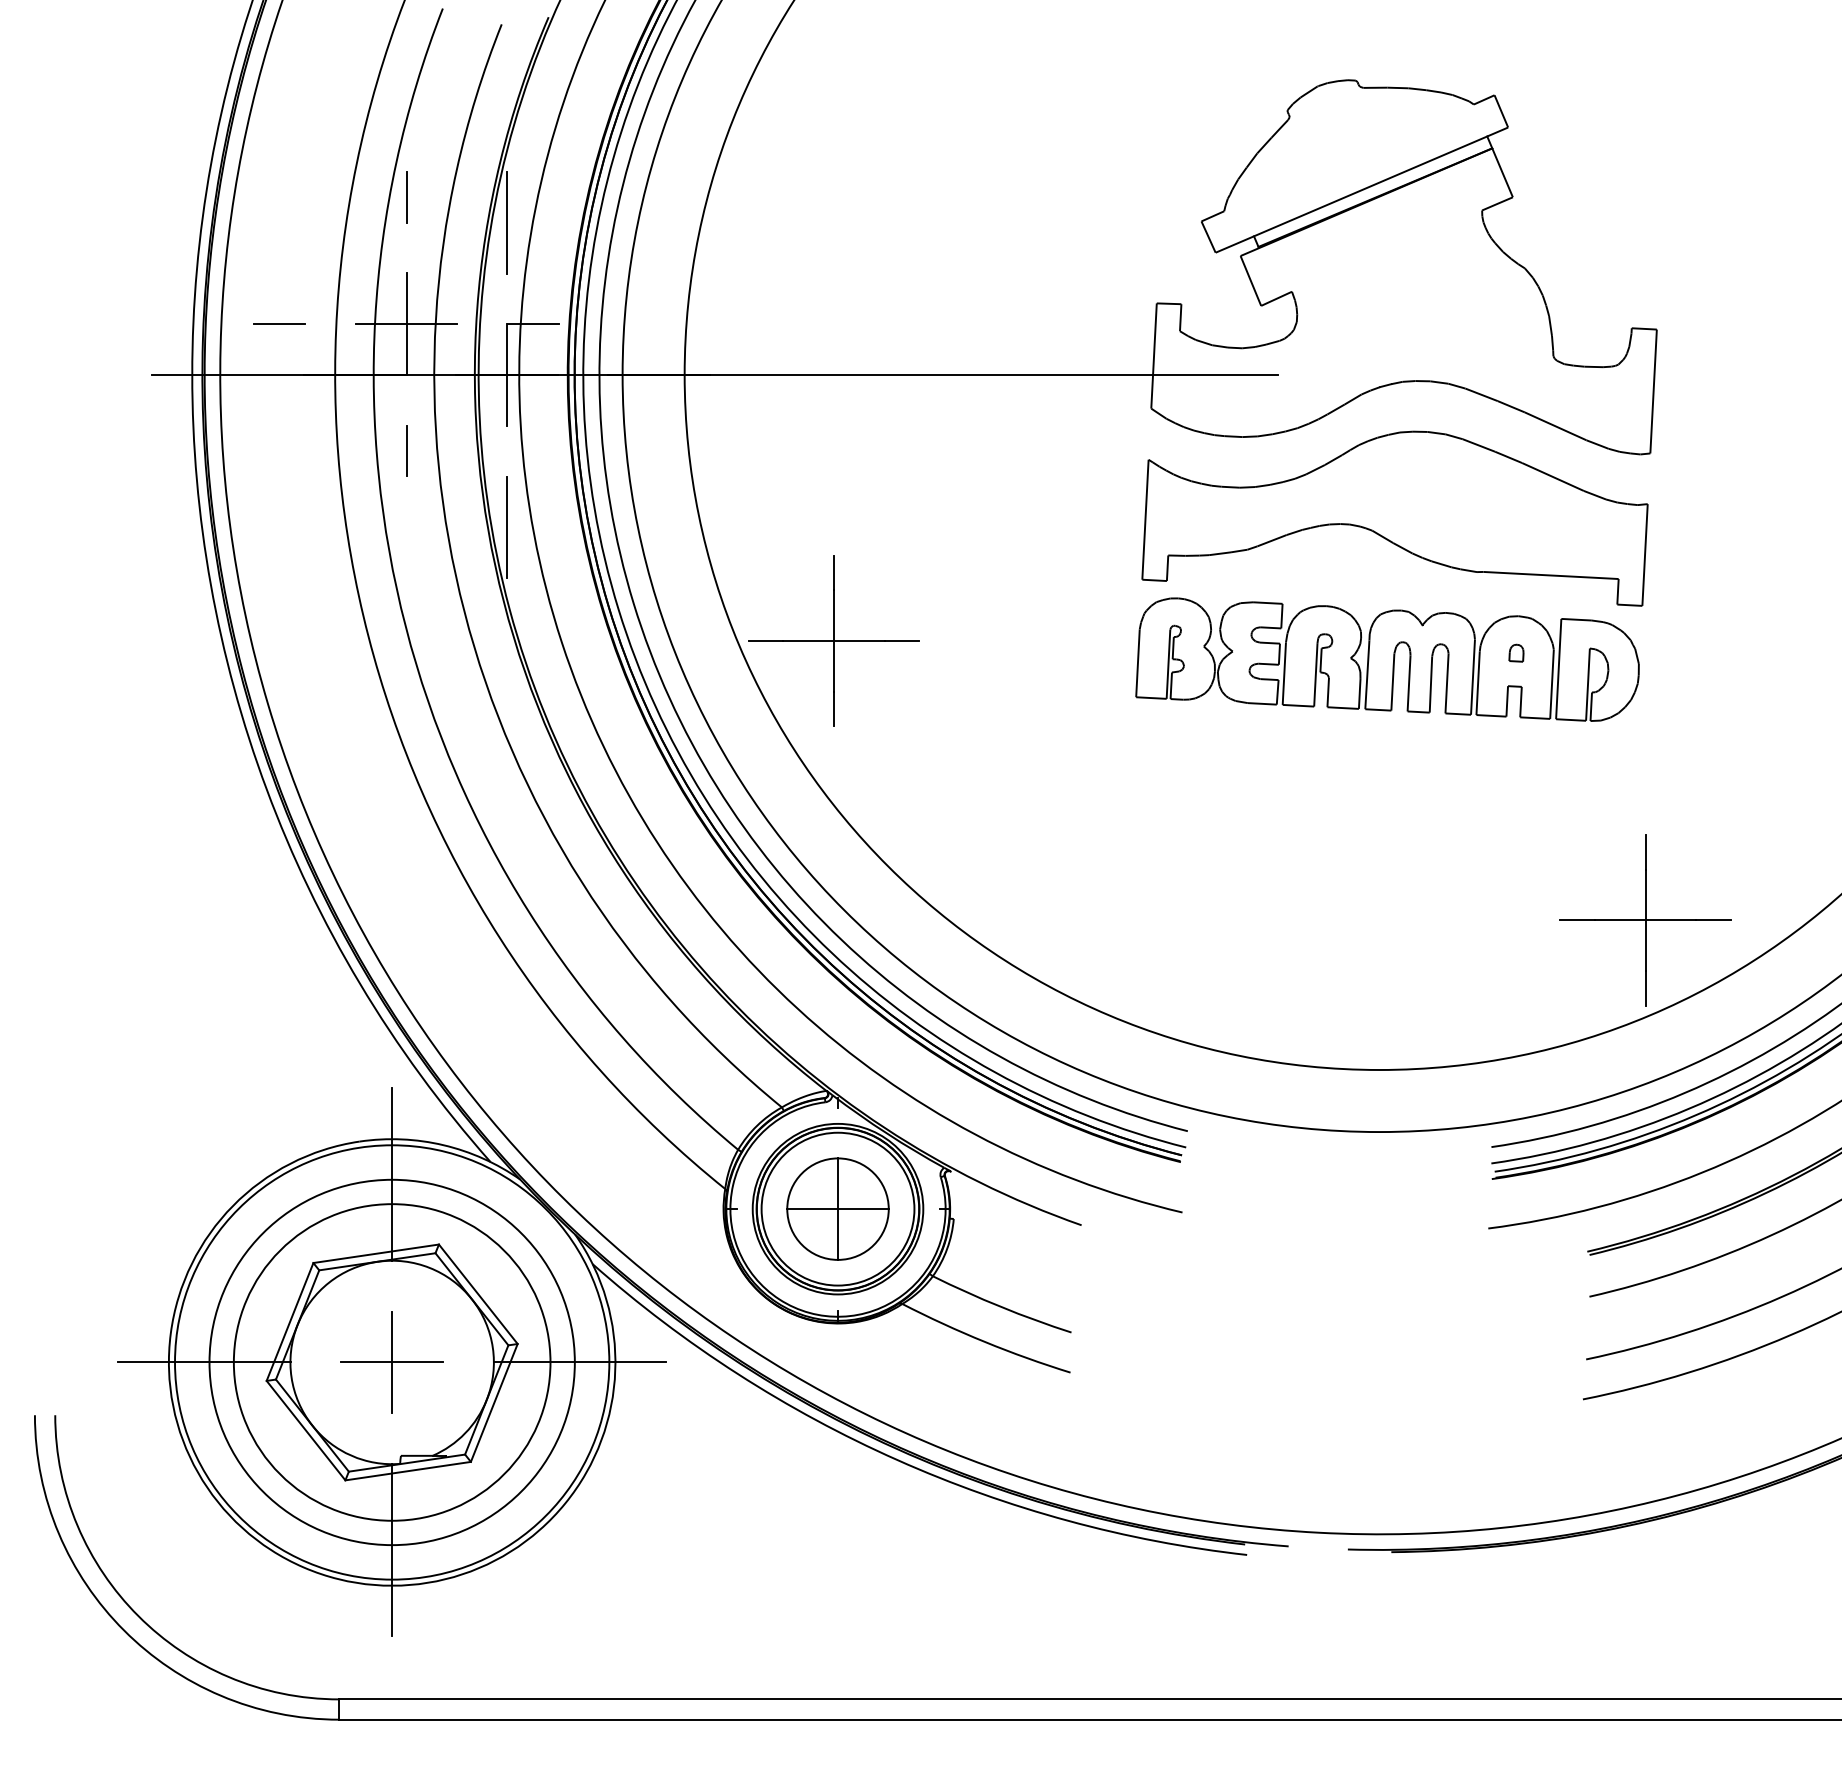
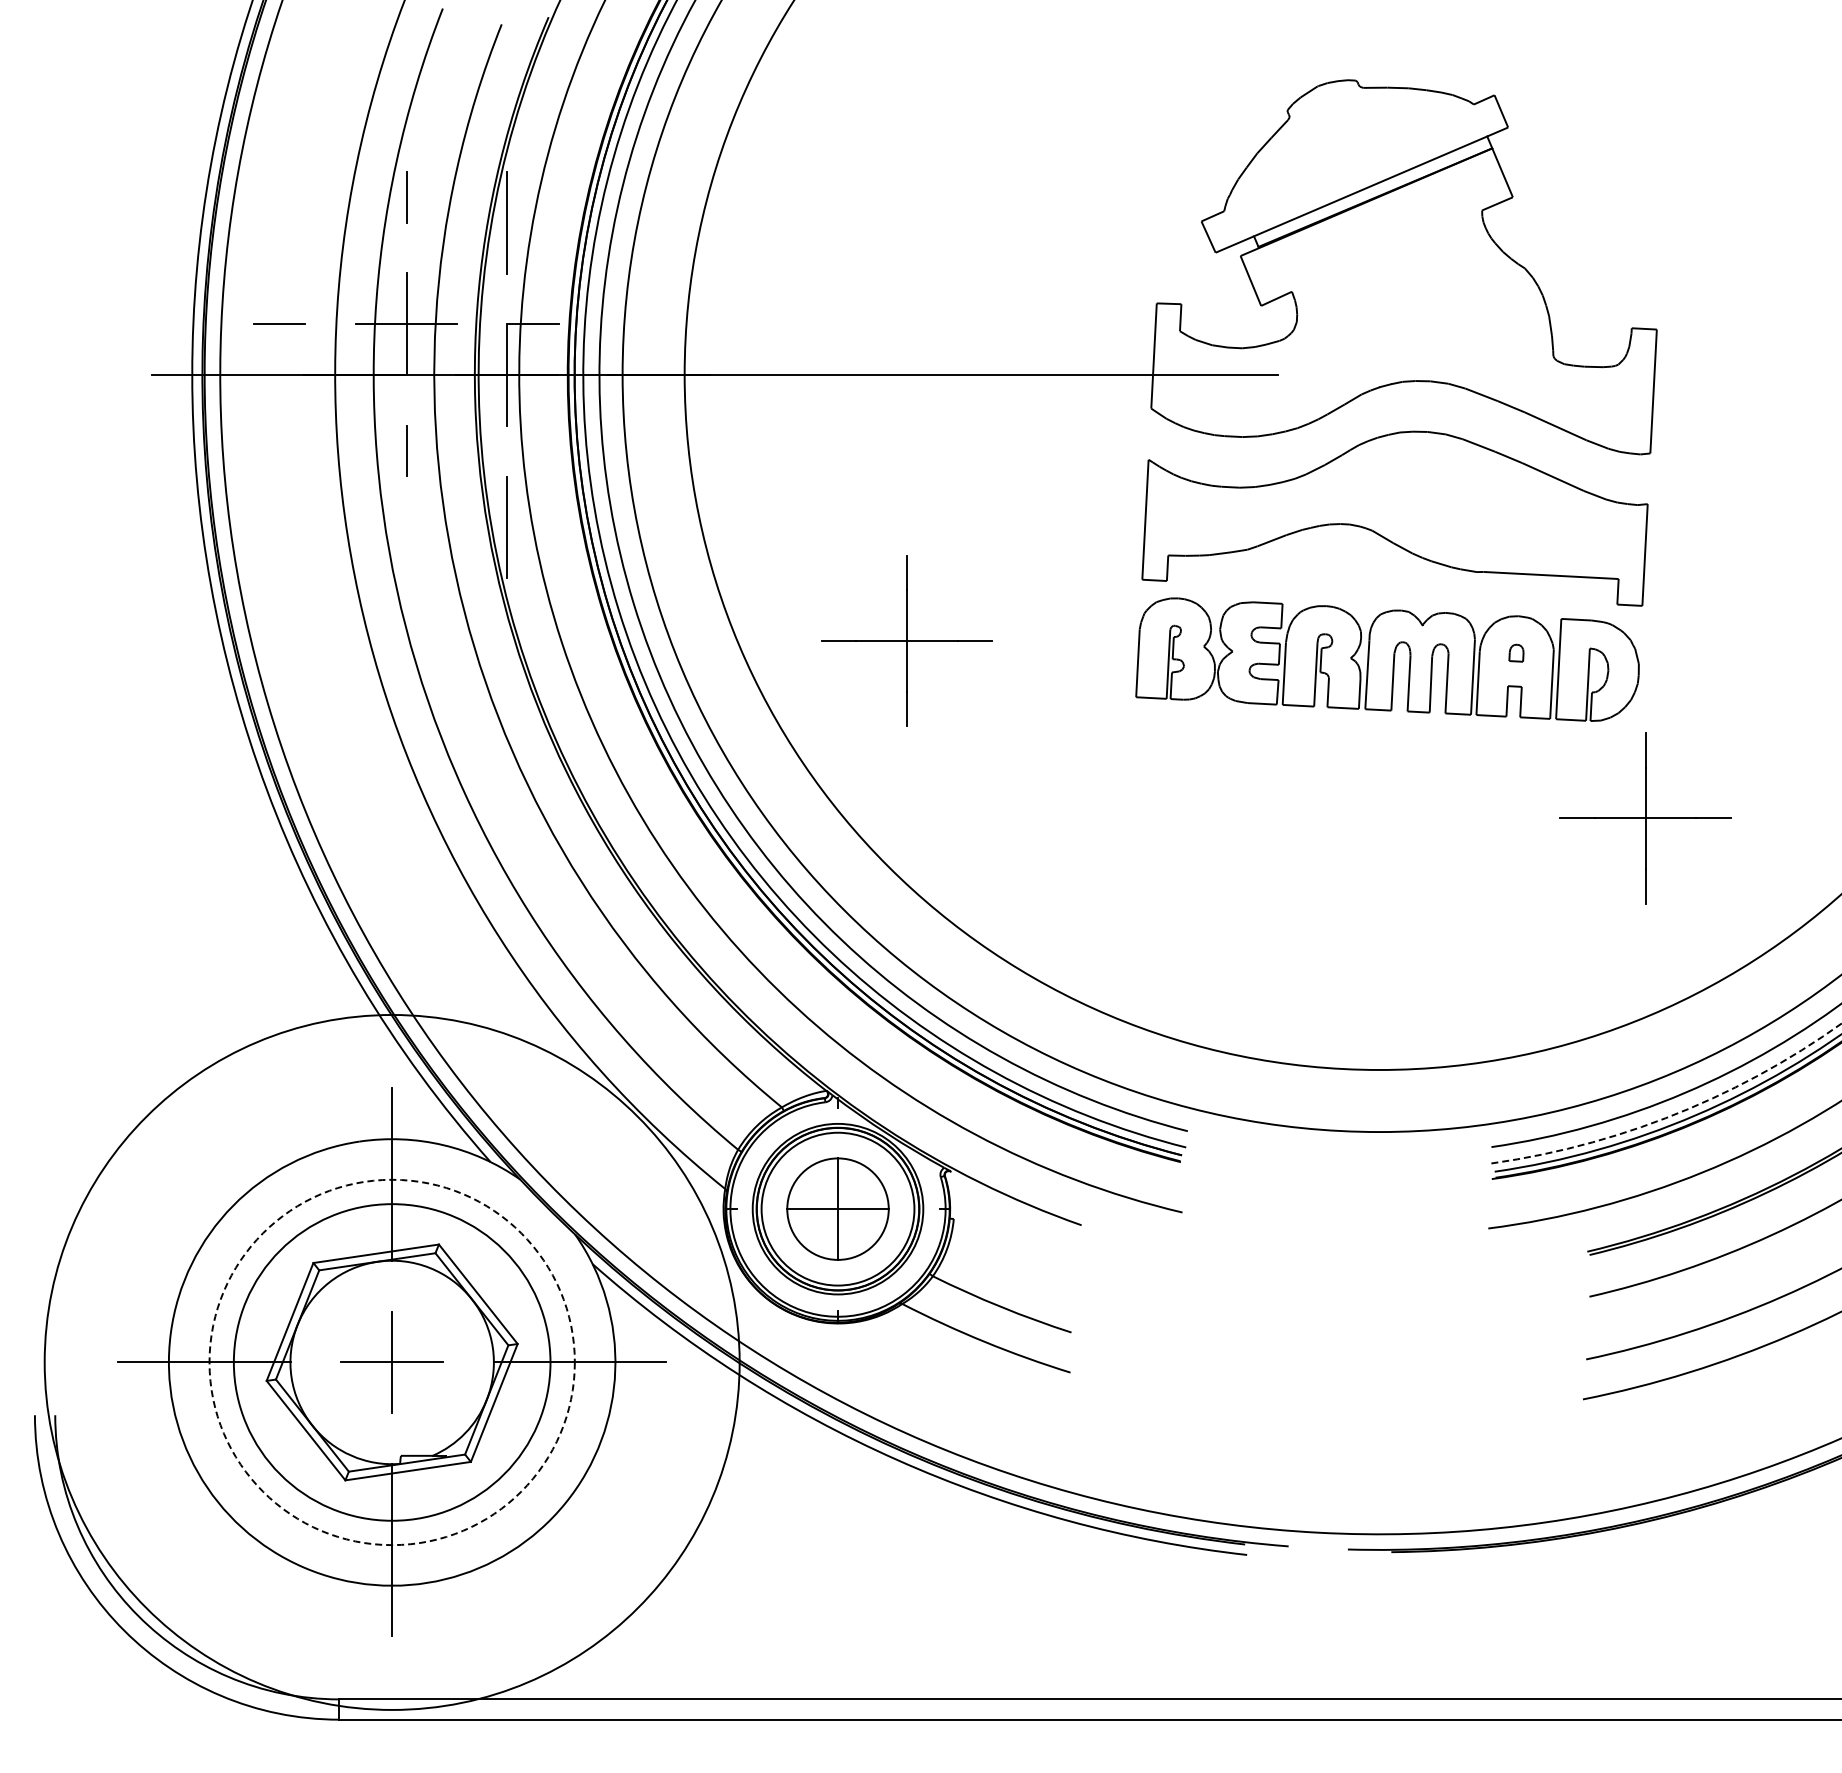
part at (833, 640) position: (833, 640) -> (906, 640)
part at (1645, 920) position: (1645, 920) -> (1645, 818)
arc at (1675, 1114): solid -> dashed
circle at (391, 1362): solid -> dashed
circle at (392, 1362) diameter: 434 px -> 695 px
